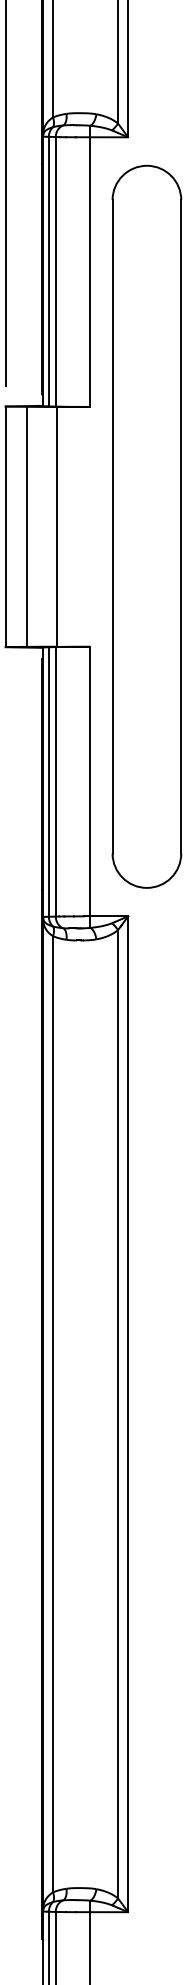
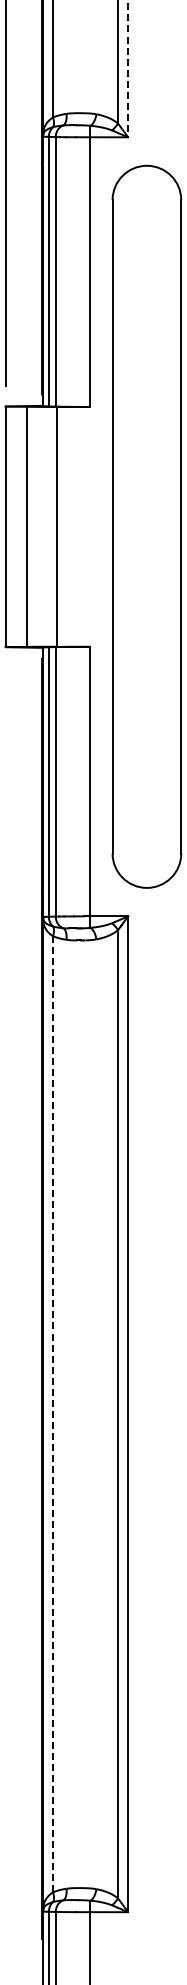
line at (128, 69): solid -> dashed
line at (53, 1414): solid -> dashed
